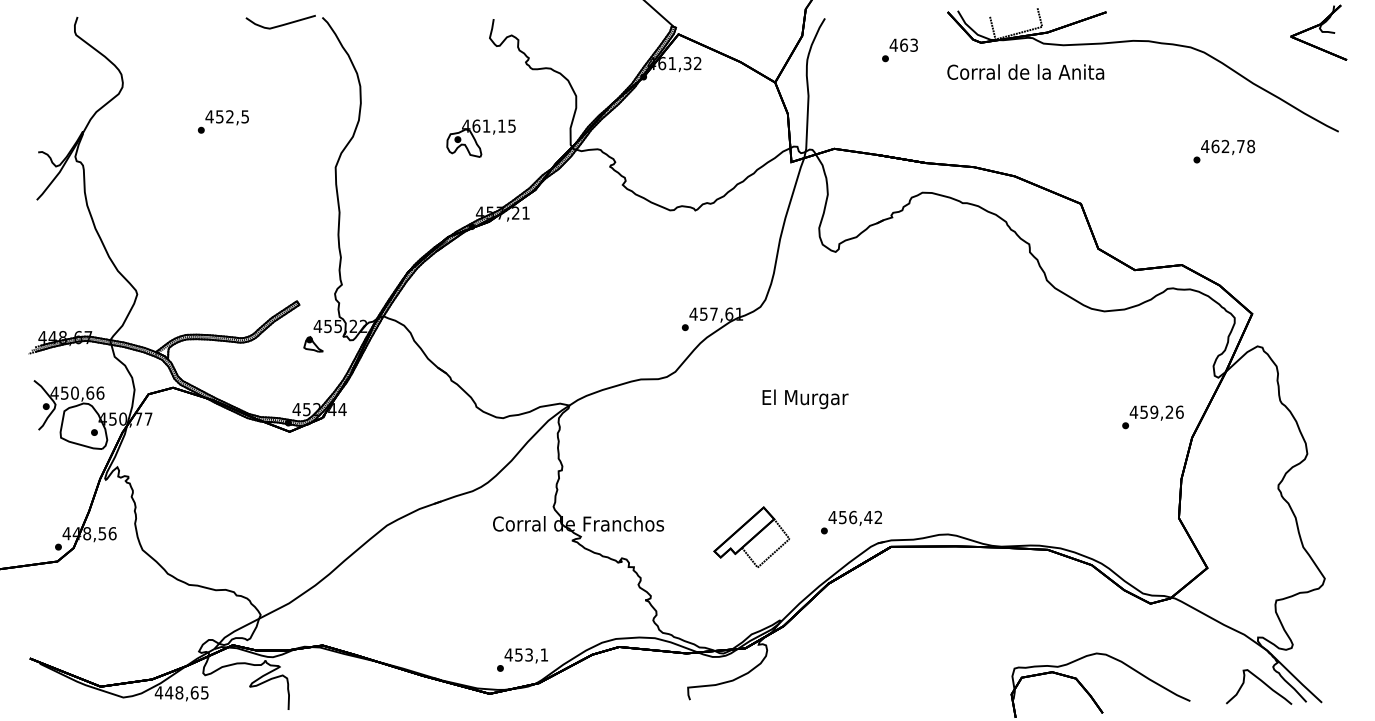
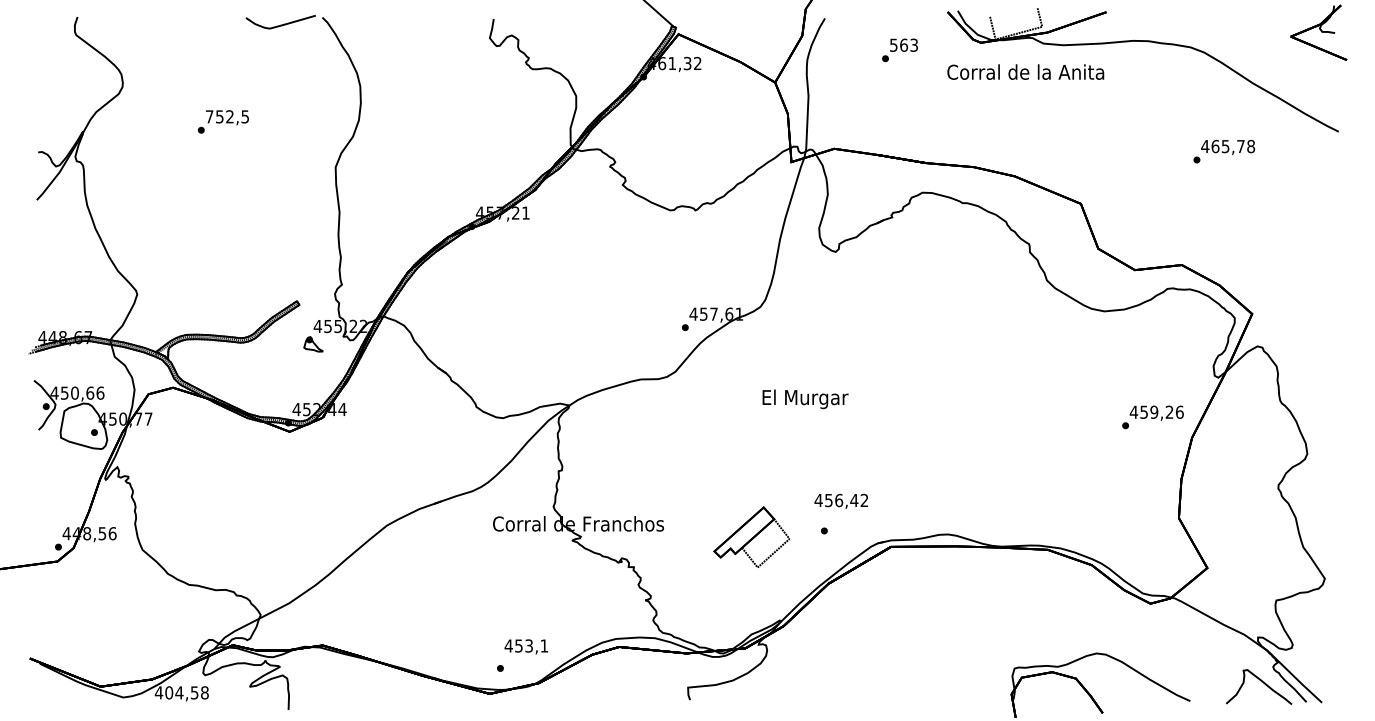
text at (893, 44): 463 -> 563
text at (209, 116): 452,5 -> 752,5
part at (480, 138): present -> none
text at (1225, 146): 462,78 -> 465,78
text at (854, 517) position: (854, 517) -> (840, 500)
text at (525, 655) position: (525, 655) -> (525, 646)
text at (186, 692): 448,65 -> 404,58
